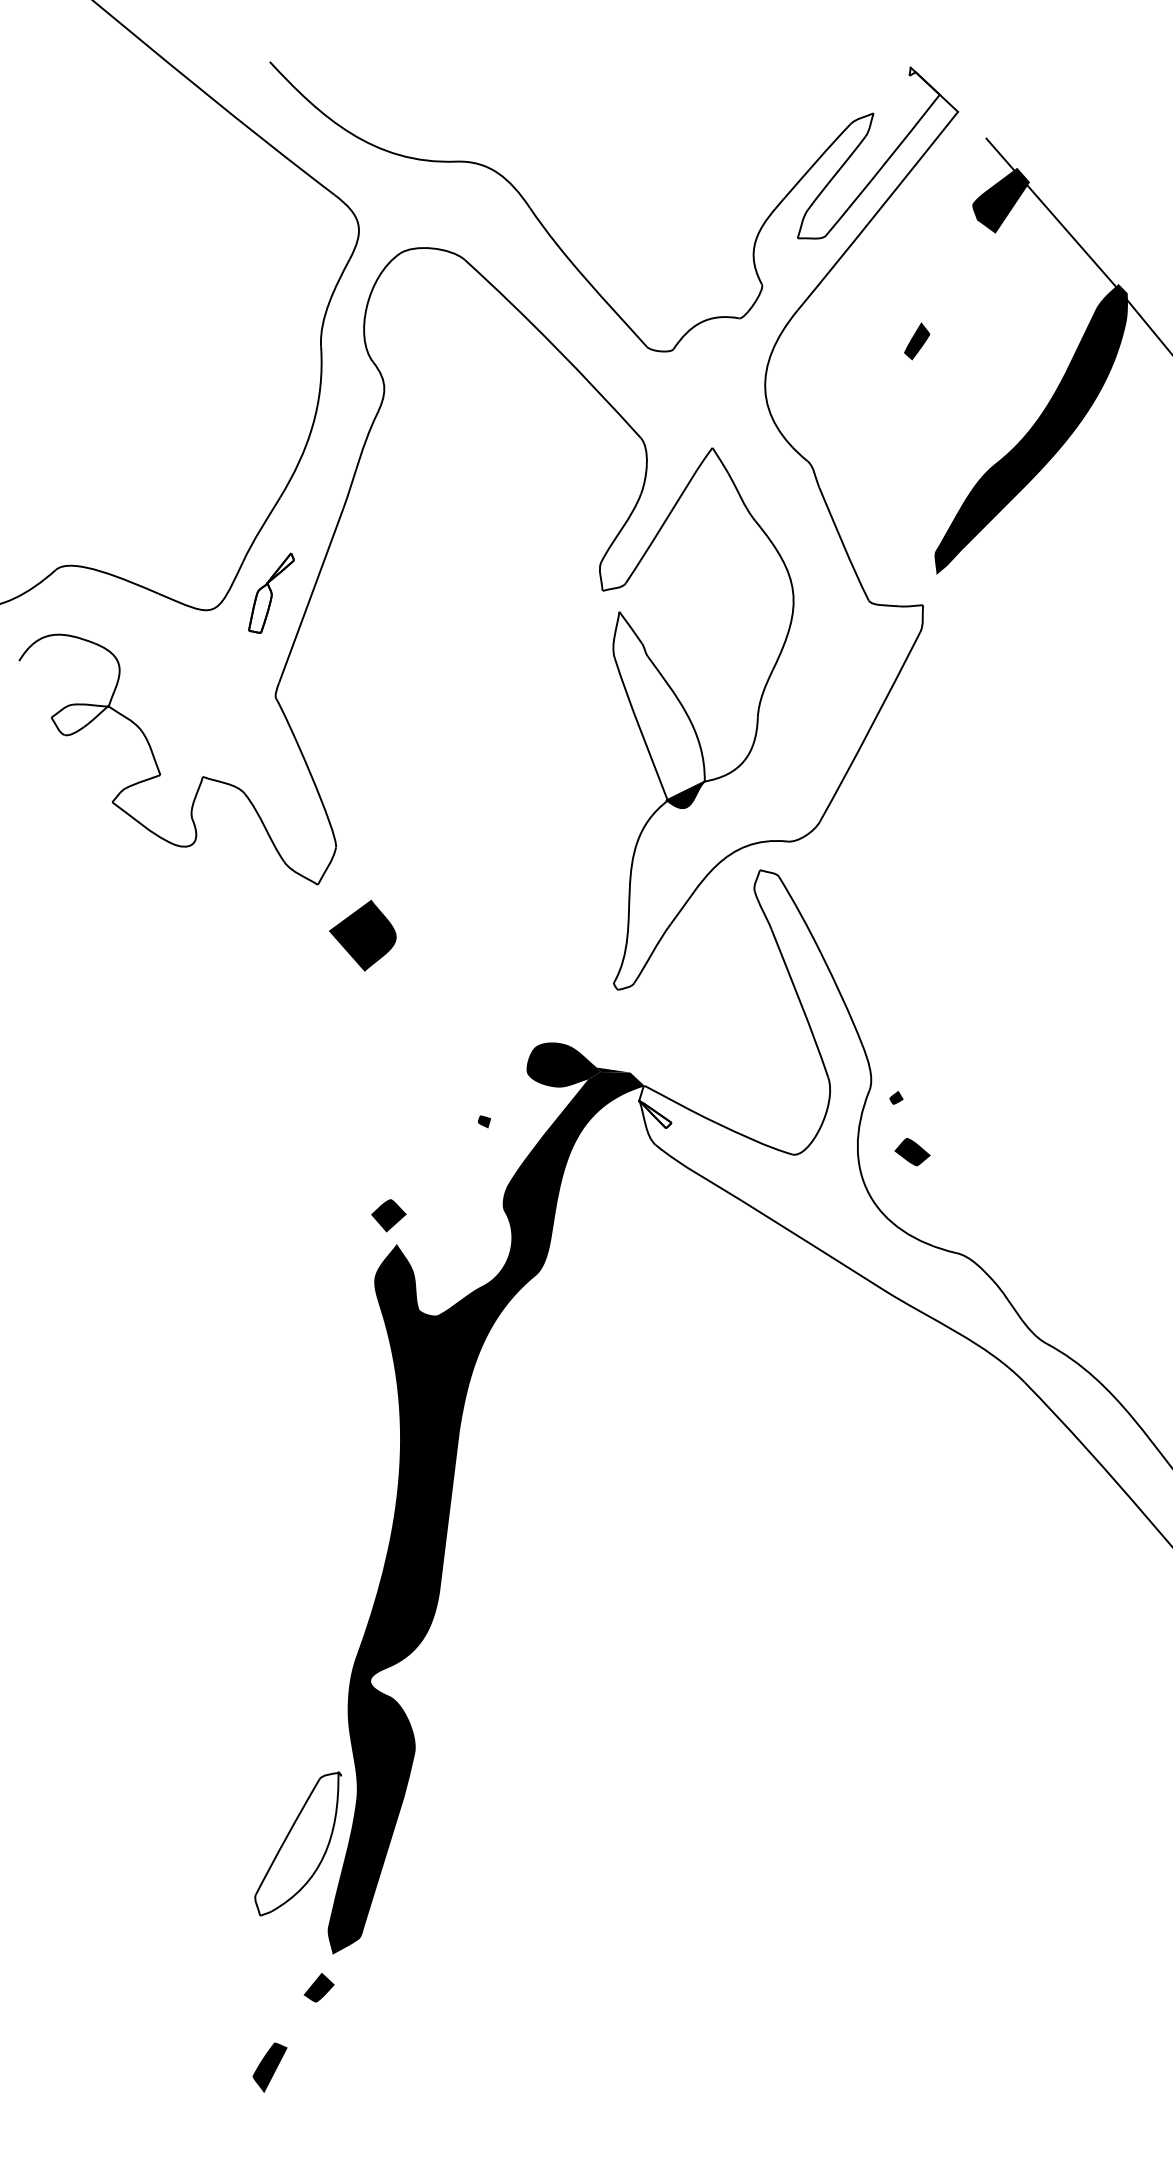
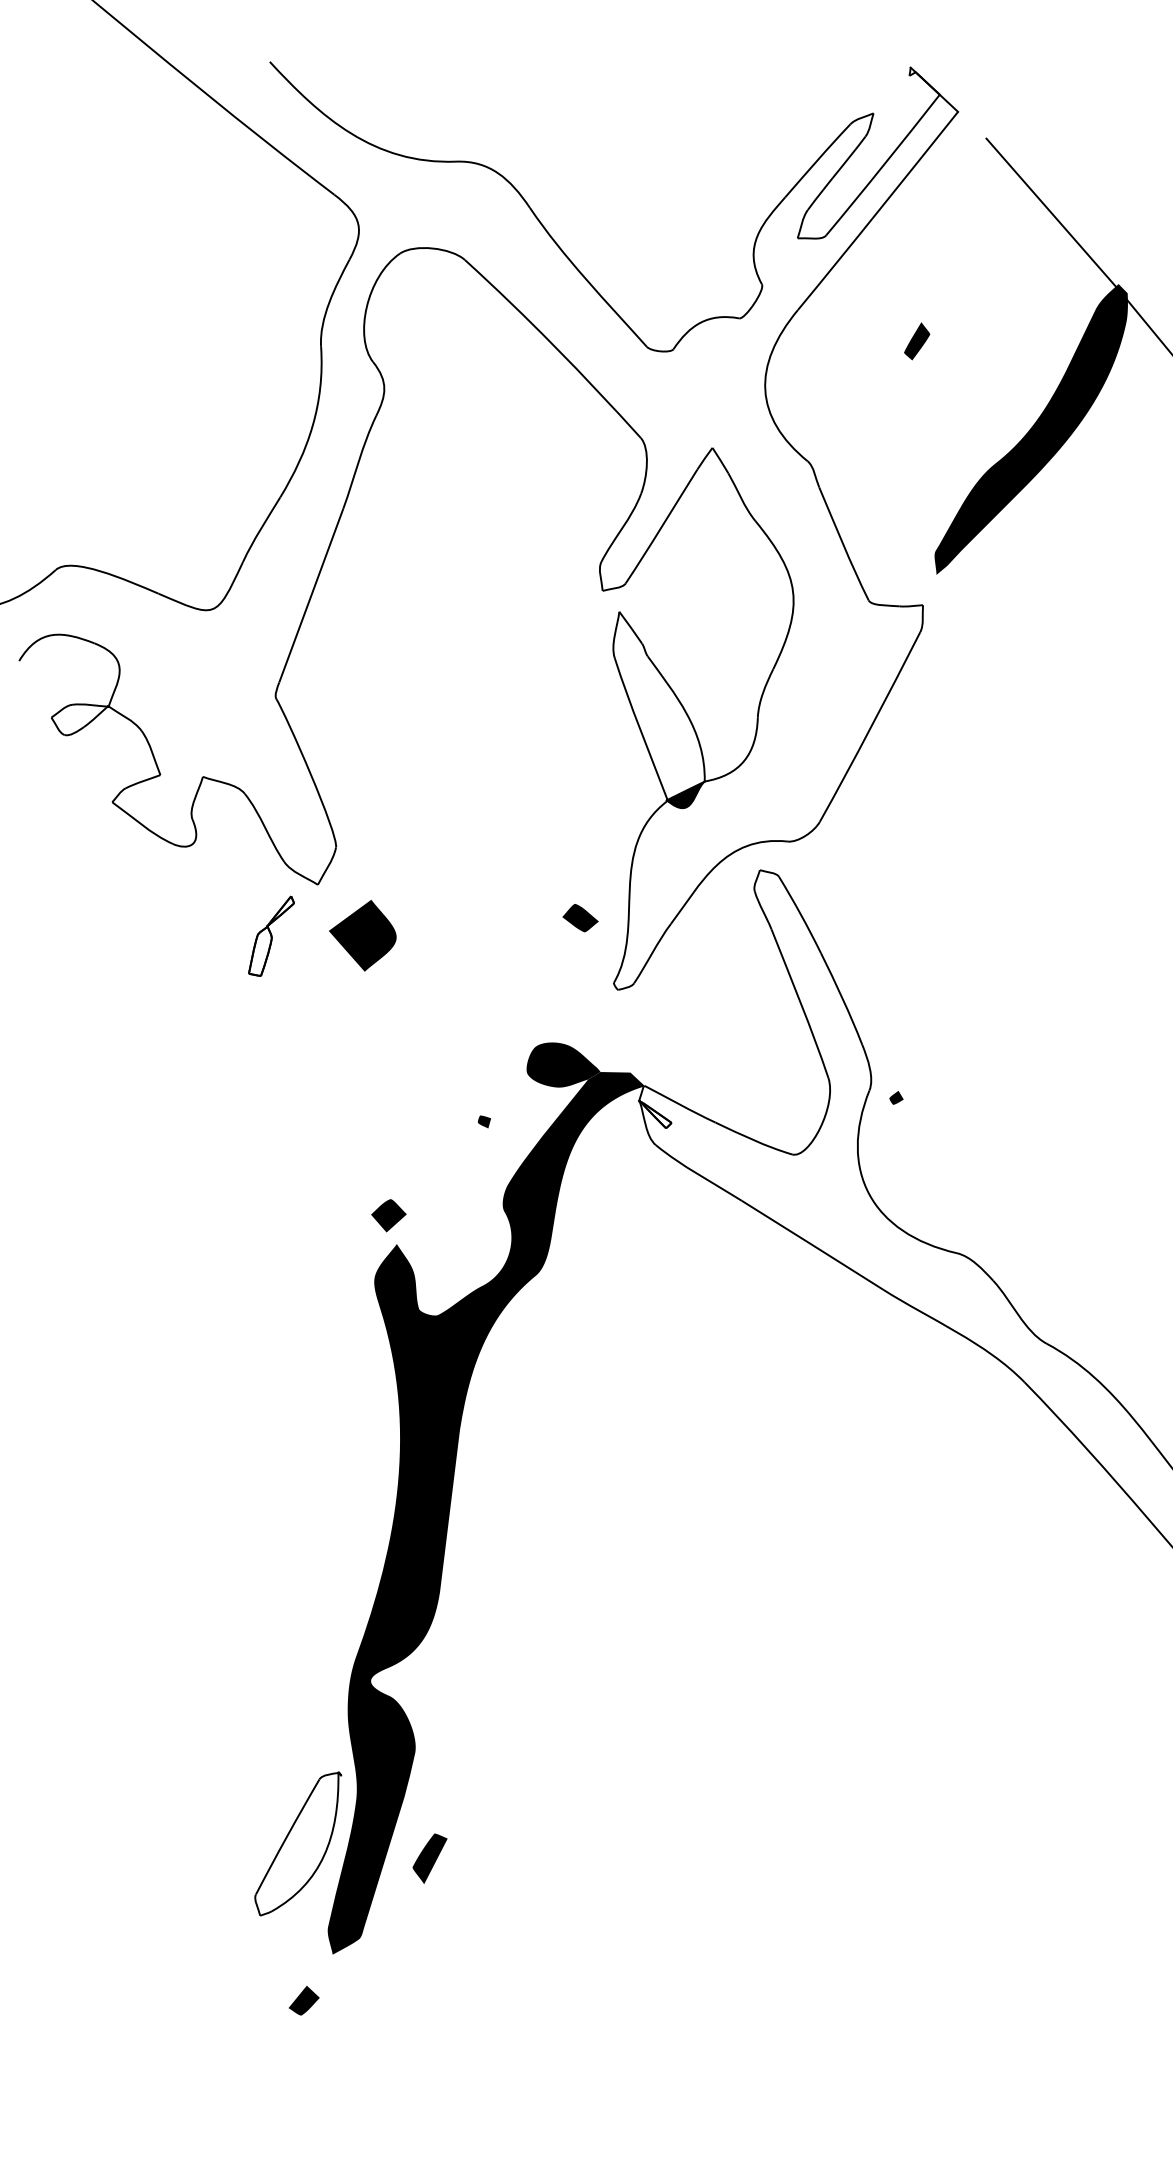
fill at (1001, 200): present -> none
part at (271, 592) position: (271, 592) -> (271, 935)
fill at (613, 1069): present -> none
part at (912, 1152) position: (912, 1152) -> (580, 918)
part at (318, 1987) position: (318, 1987) -> (303, 2000)
part at (269, 2067) position: (269, 2067) -> (429, 1858)
